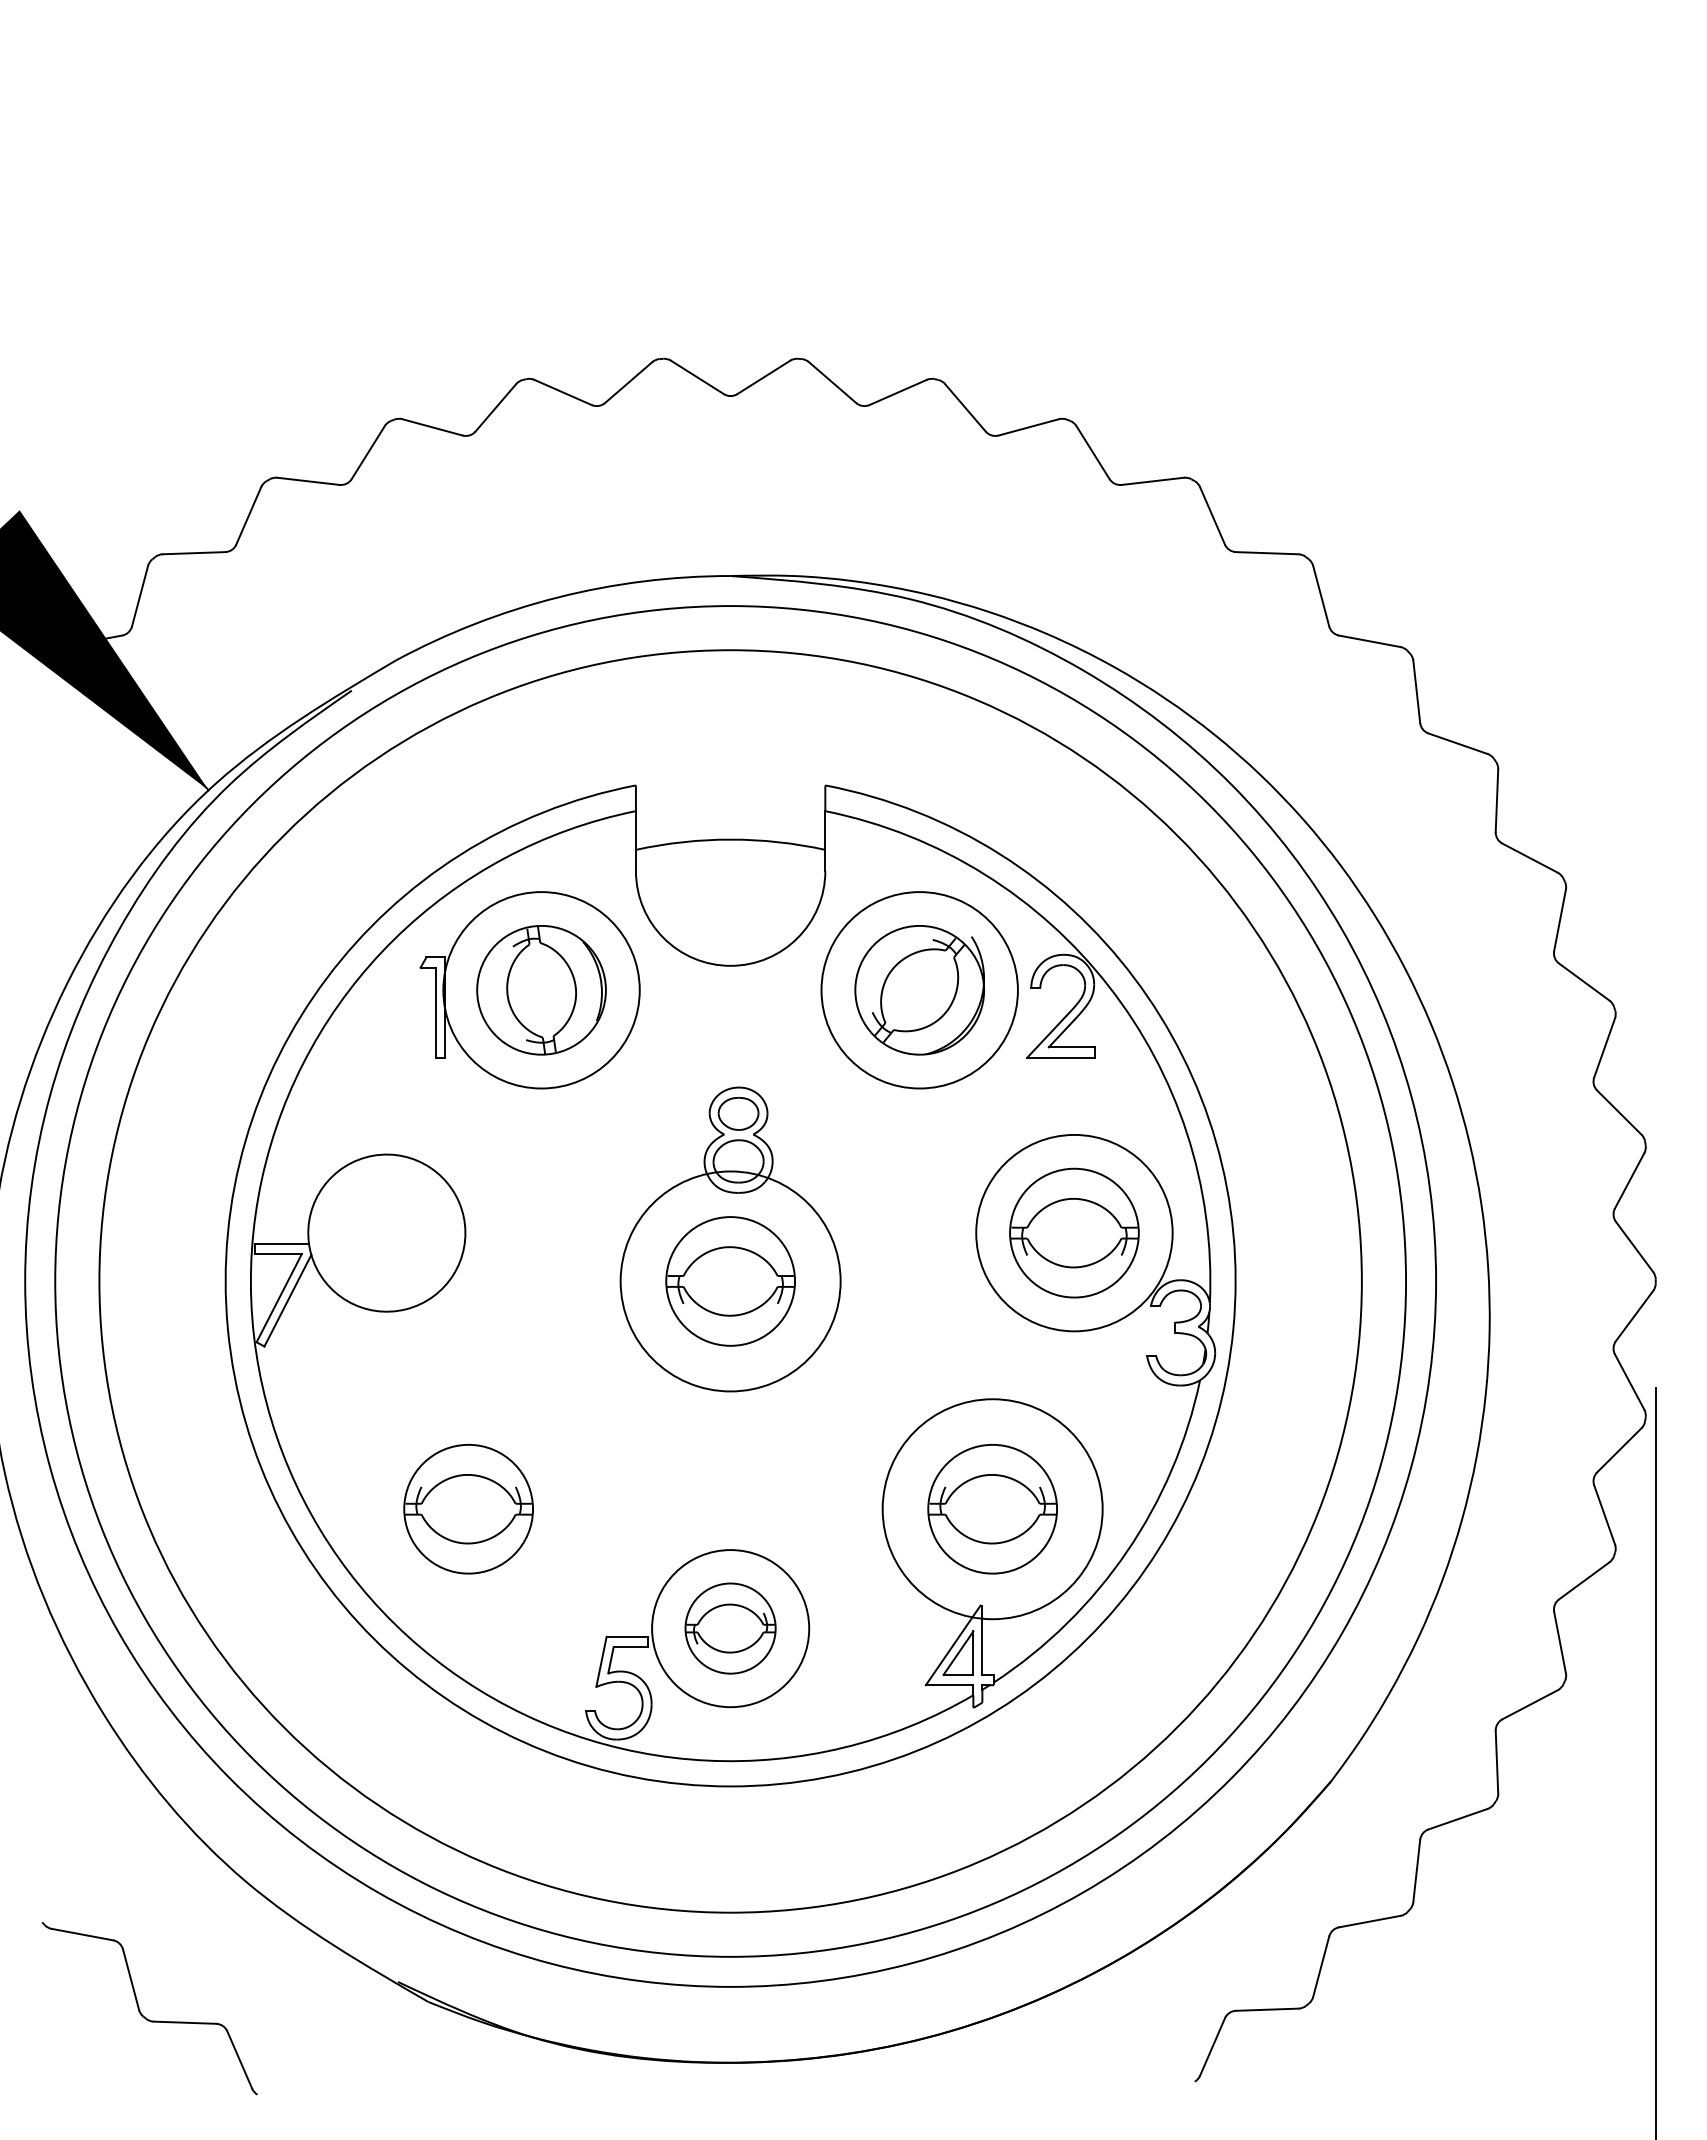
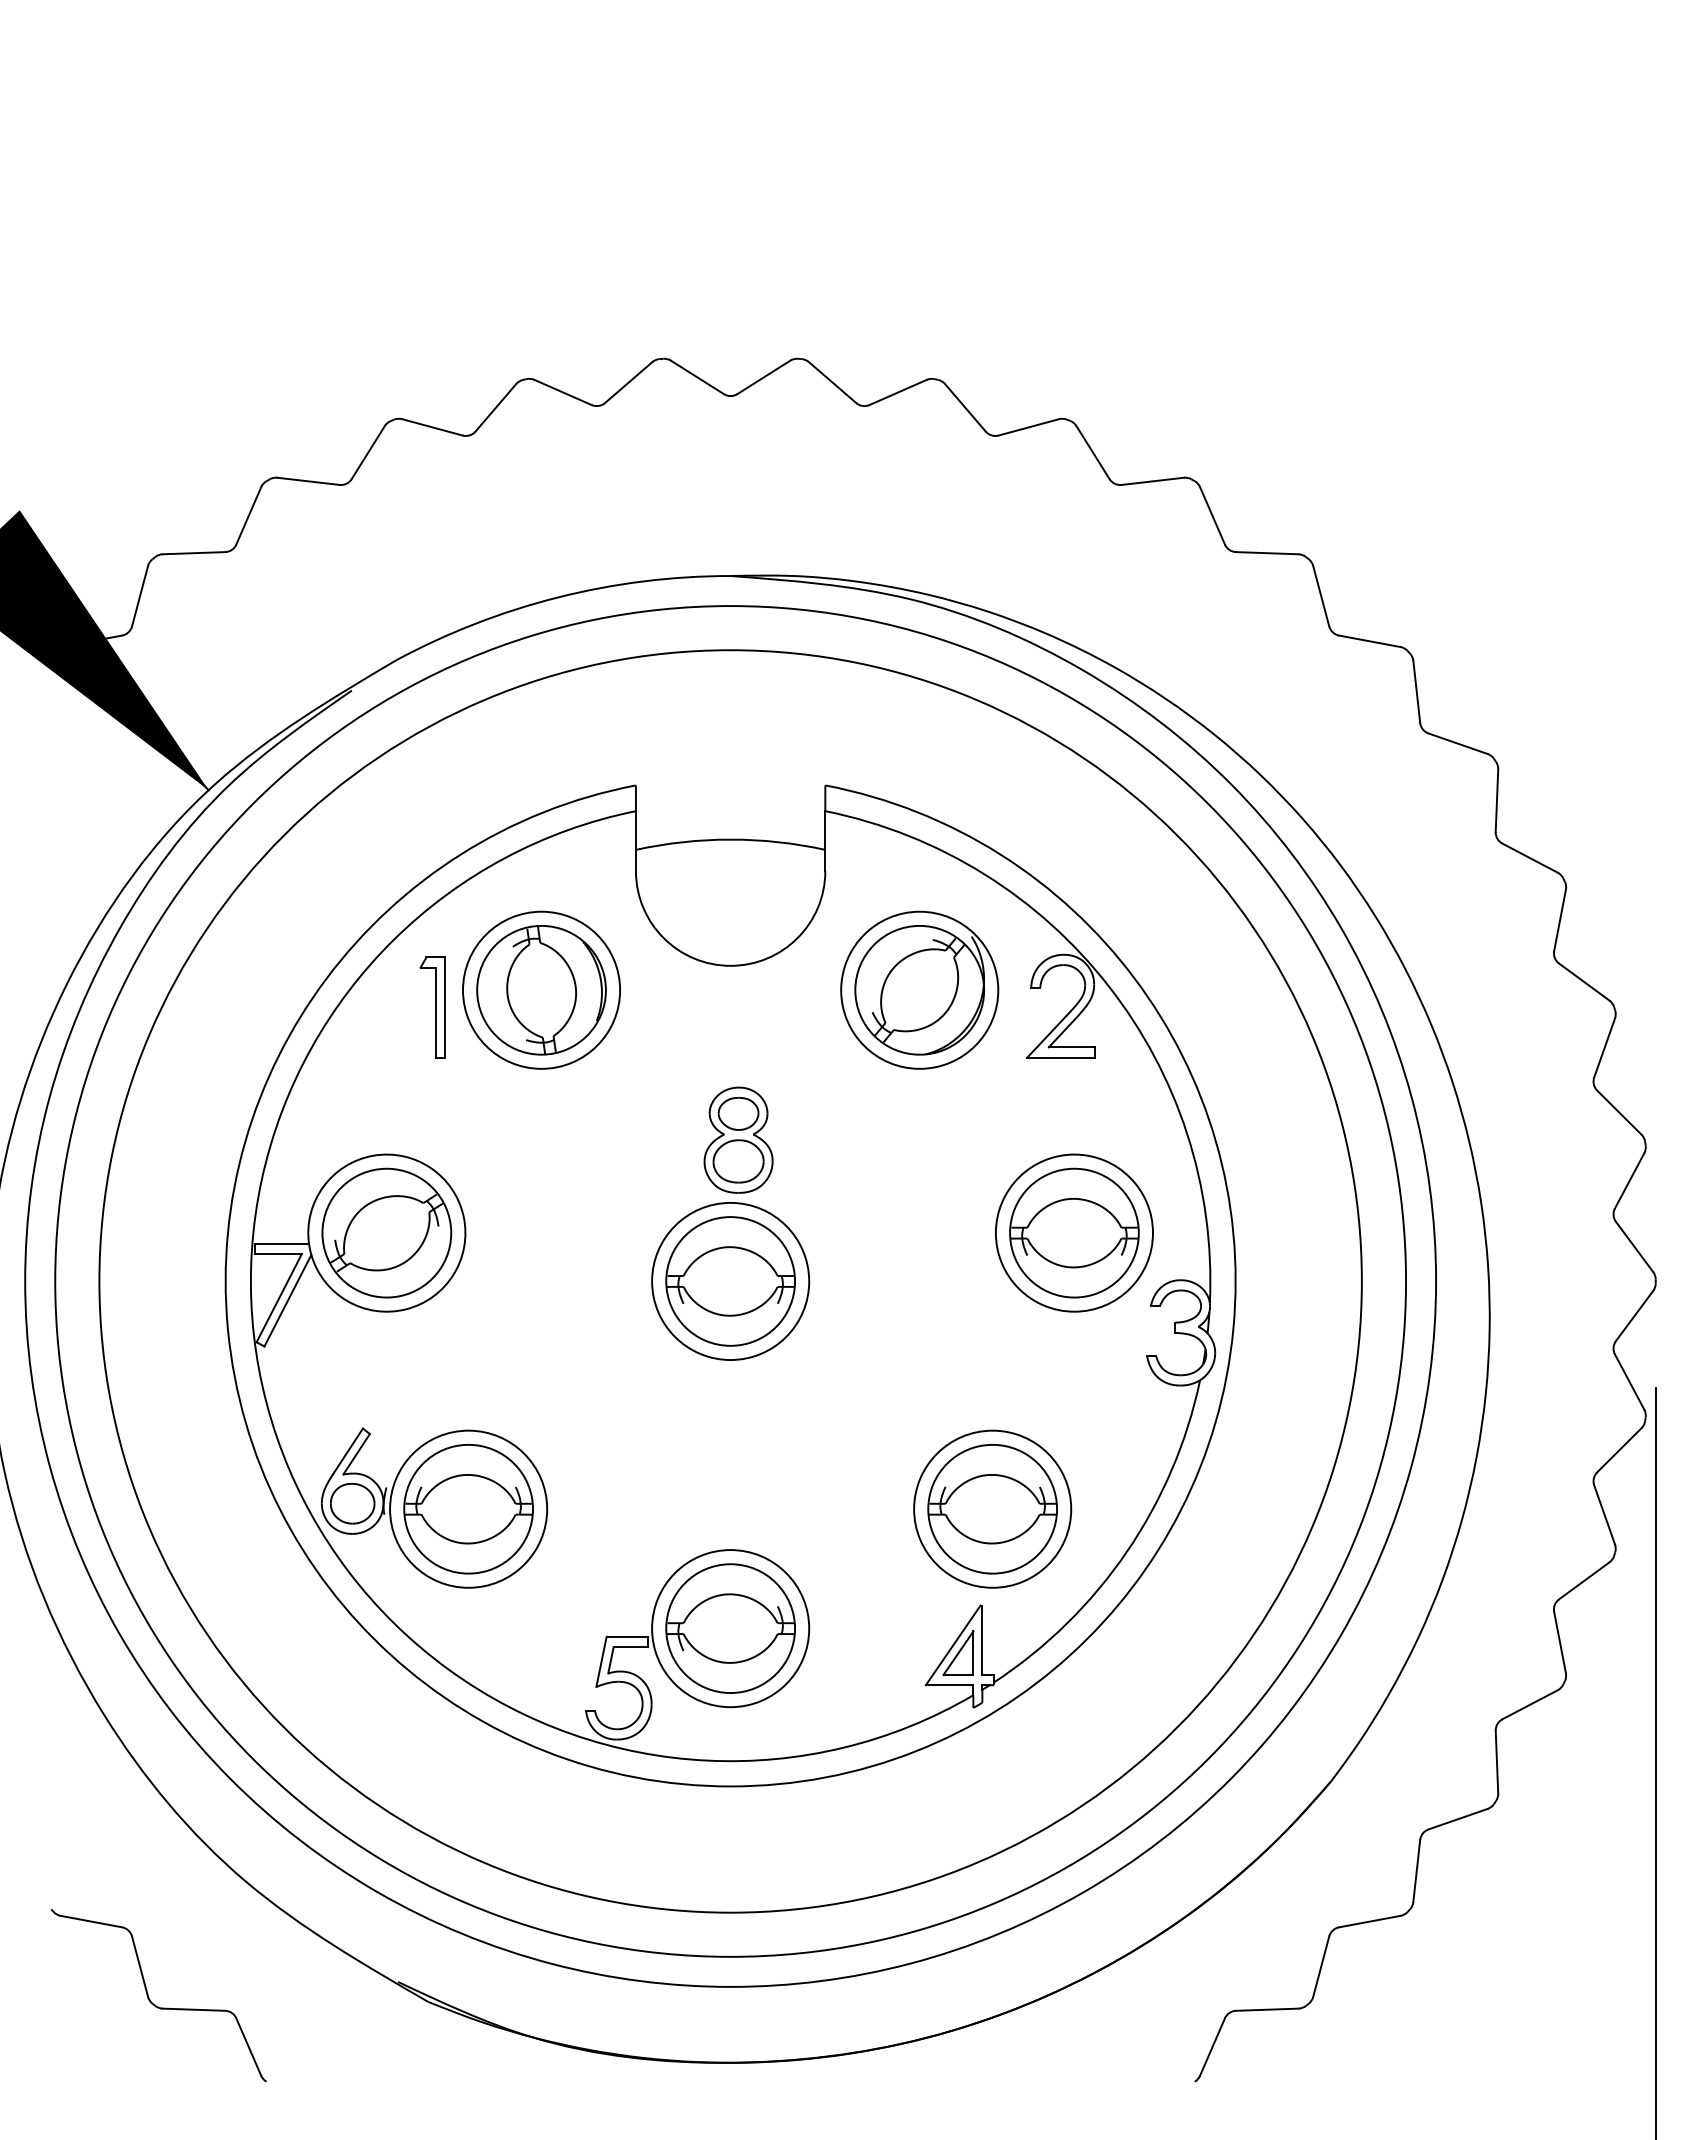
circle at (541, 990) diameter: 196 px -> 157 px
circle at (919, 990) diameter: 196 px -> 157 px
part at (386, 1232): none -> present
circle at (1074, 1232) diameter: 196 px -> 157 px
circle at (730, 1281) diameter: 220 px -> 157 px
part at (434, 1507): none -> present
circle at (992, 1509) diameter: 220 px -> 157 px
part at (730, 1628) size: 93x93 px -> 131x131 px
part at (141, 2012) position: (141, 2012) -> (150, 1999)
